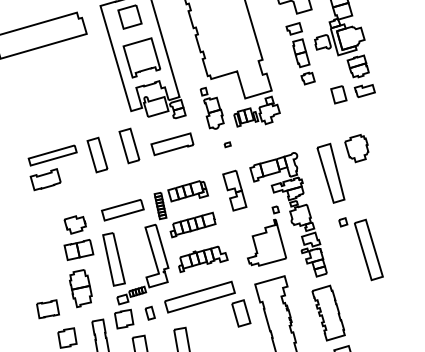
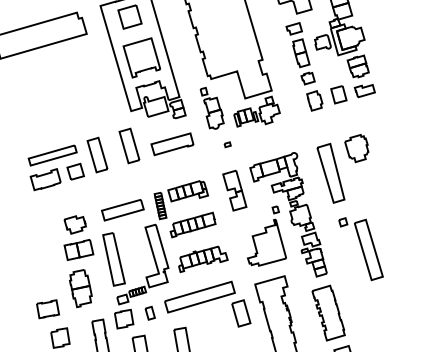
part at (314, 100): none -> present
part at (75, 171): none -> present
part at (67, 337) position: (67, 337) -> (60, 337)
